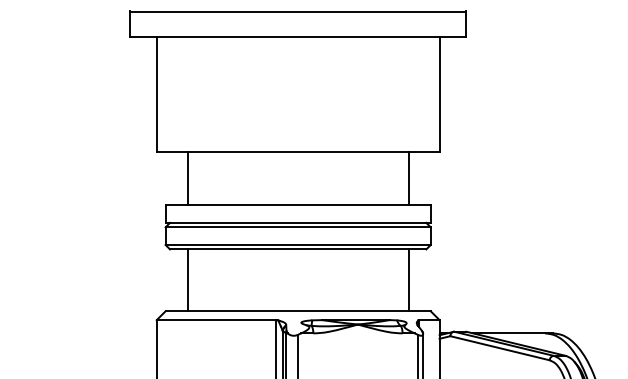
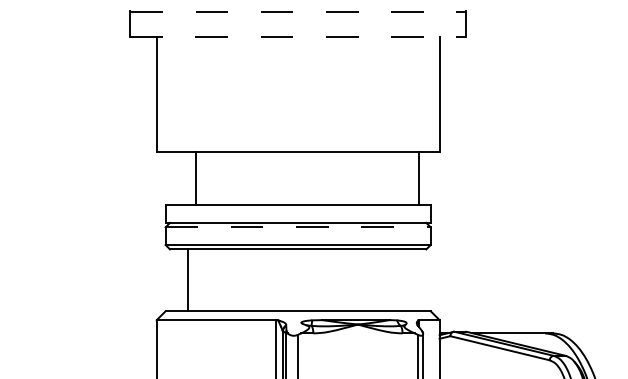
line at (298, 11): solid -> dashed
line at (298, 37): solid -> dashed
line at (187, 178) position: (187, 178) -> (195, 178)
line at (408, 178) position: (408, 178) -> (418, 178)
line at (298, 227): solid -> dashed
line at (408, 280): present -> none
